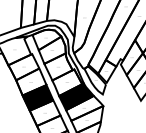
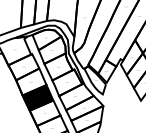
hatch at (76, 96): present -> none
